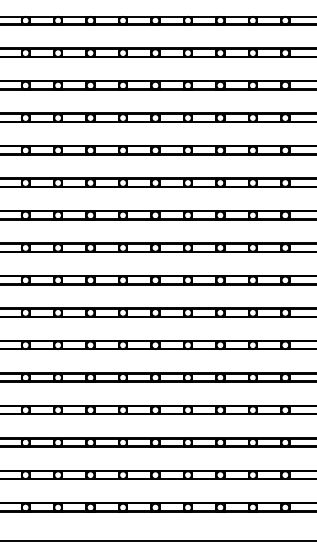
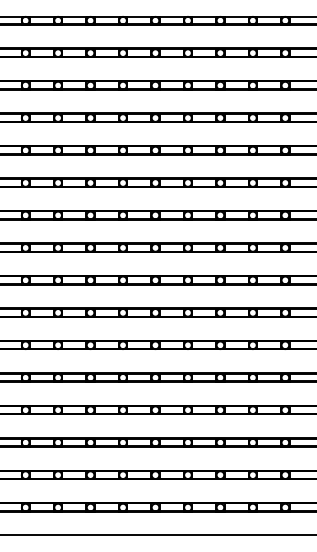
line at (157, 541) position: (157, 541) -> (157, 535)
